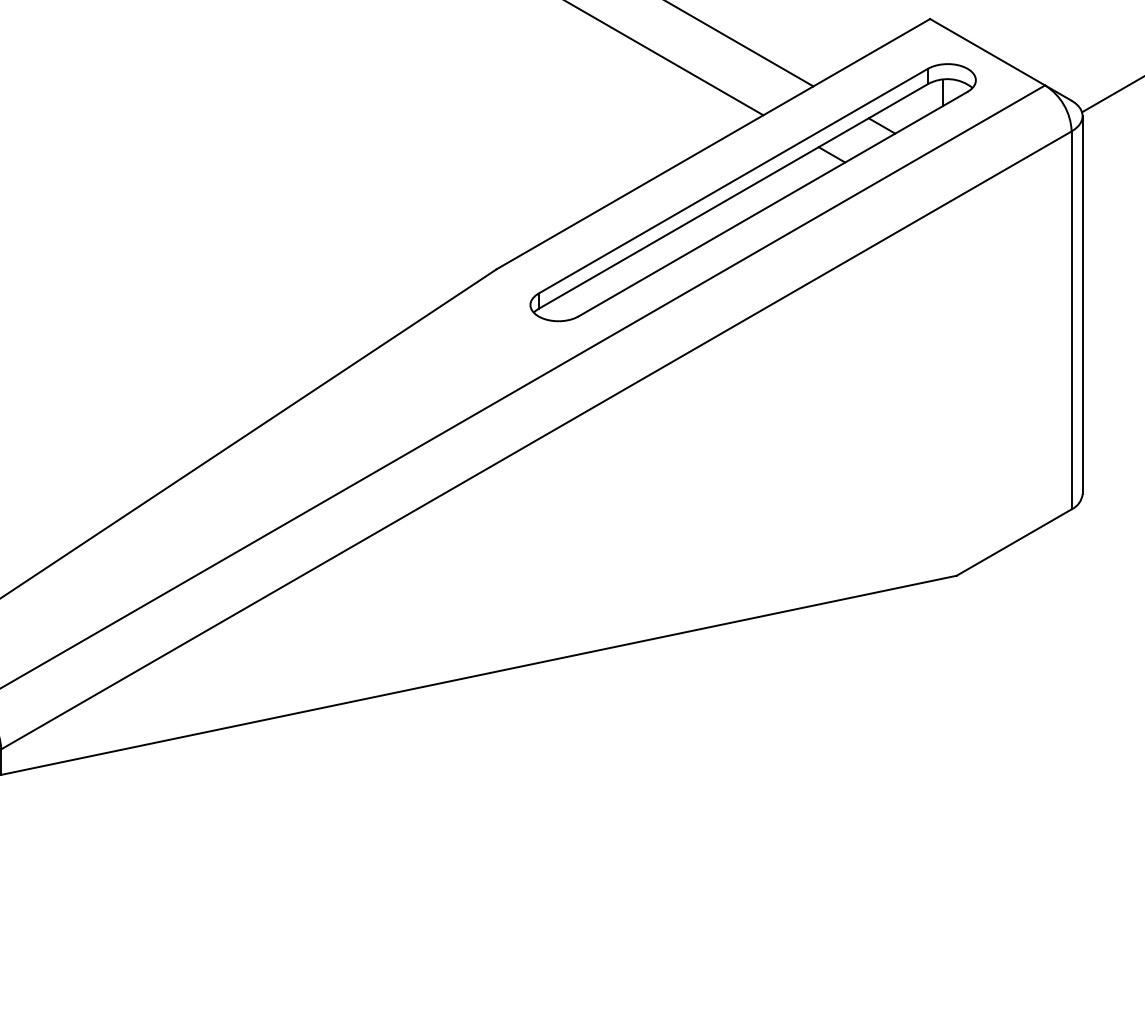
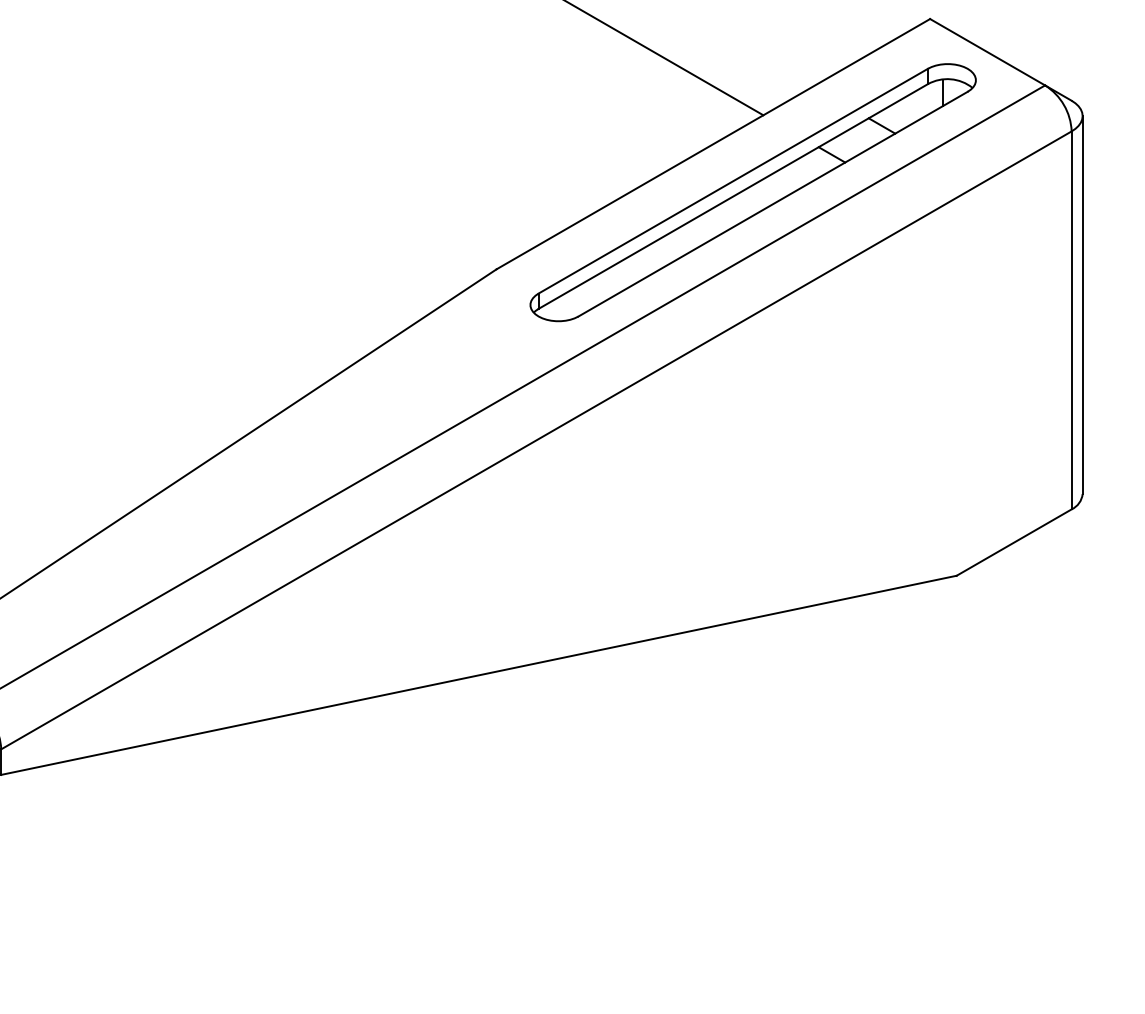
line at (740, 44): present -> none
line at (1111, 95): present -> none
